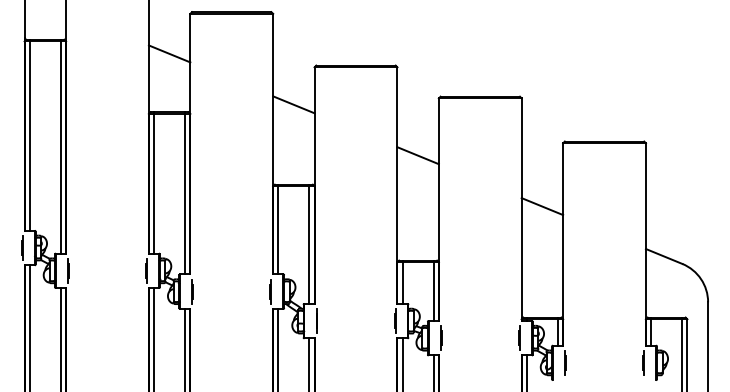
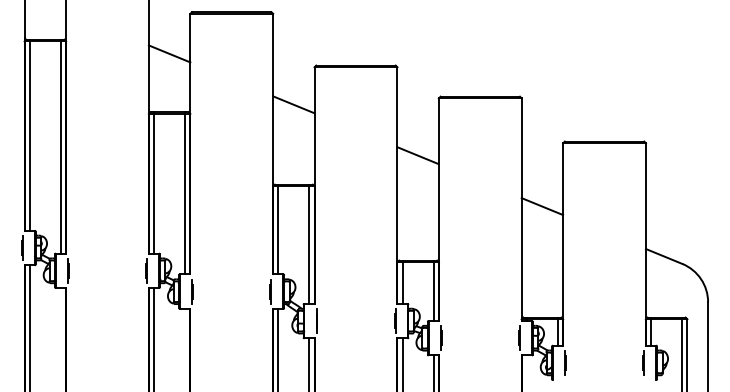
line at (60, 338): present -> none
line at (185, 348): present -> none
line at (526, 371): present -> none
